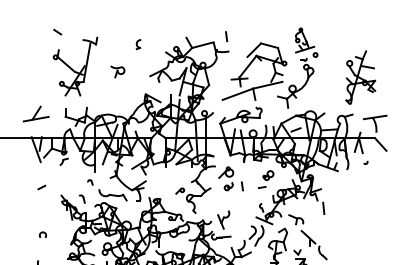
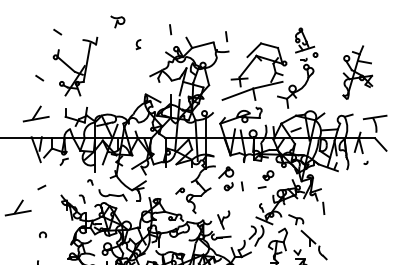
line at (170, 29): none -> present
part at (117, 71) position: (117, 71) -> (117, 21)
line at (39, 77): none -> present
part at (360, 77) position: (360, 77) -> (357, 72)
part at (17, 207): none -> present
